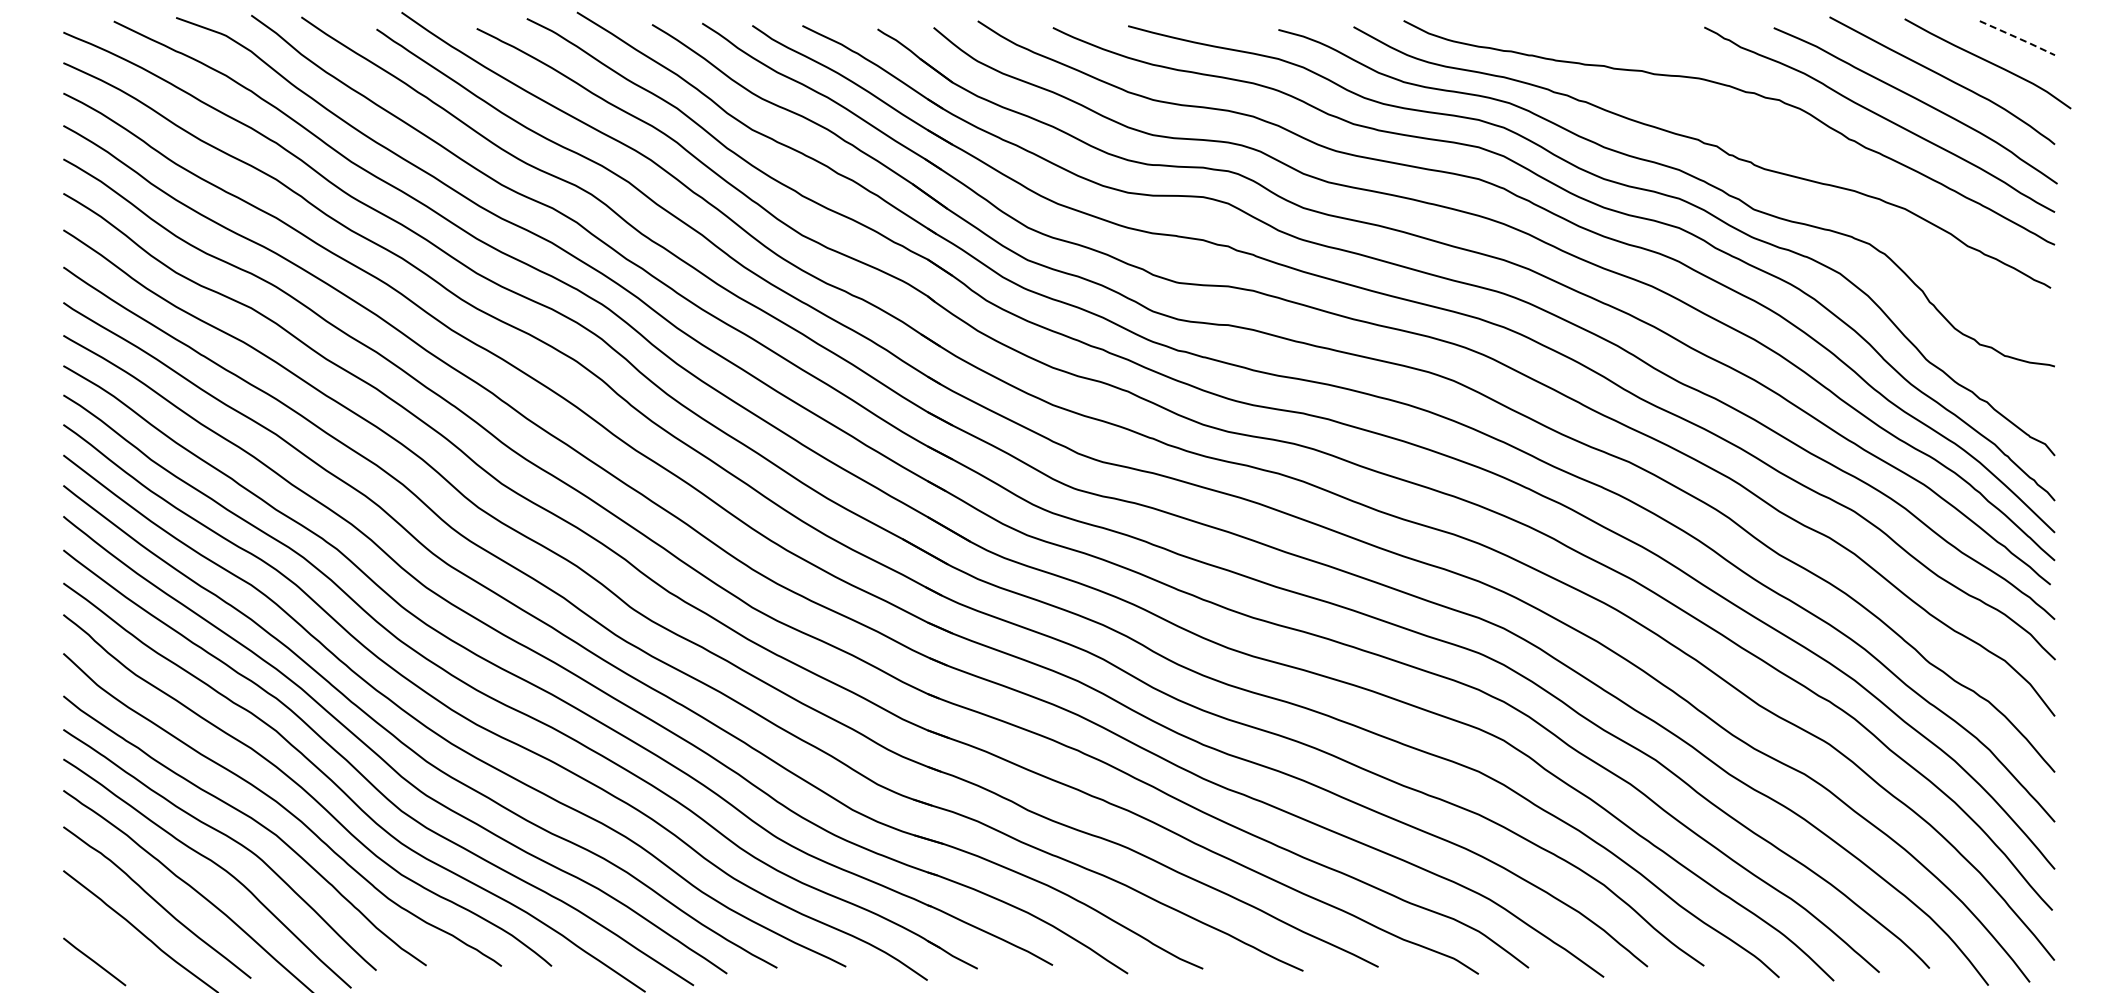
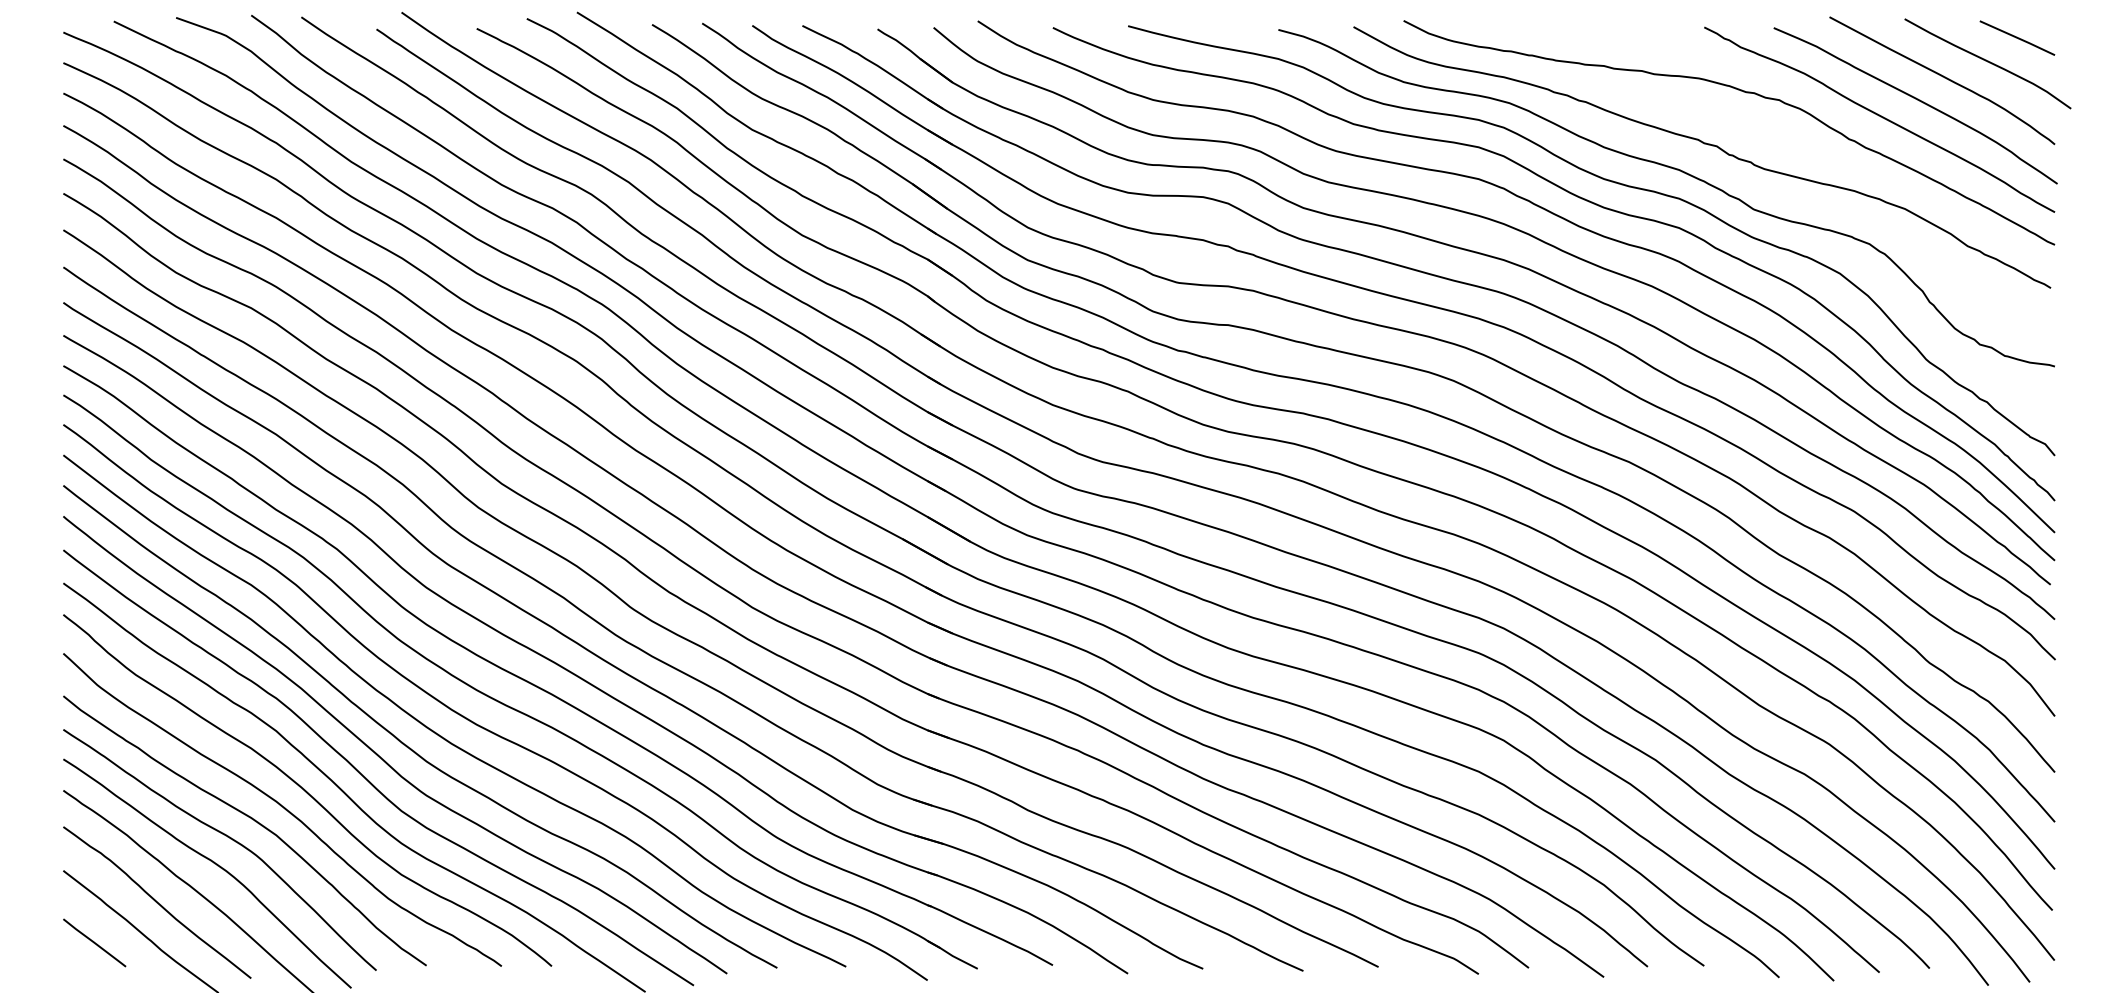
line at (2018, 38): dashed -> solid
line at (94, 961) position: (94, 961) -> (94, 942)
